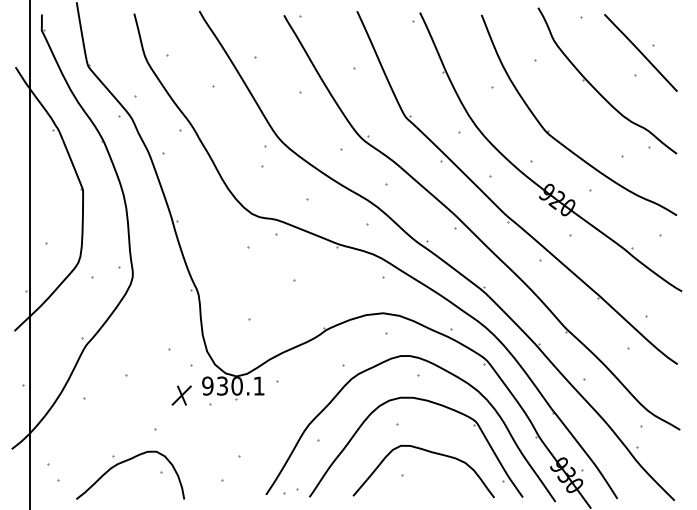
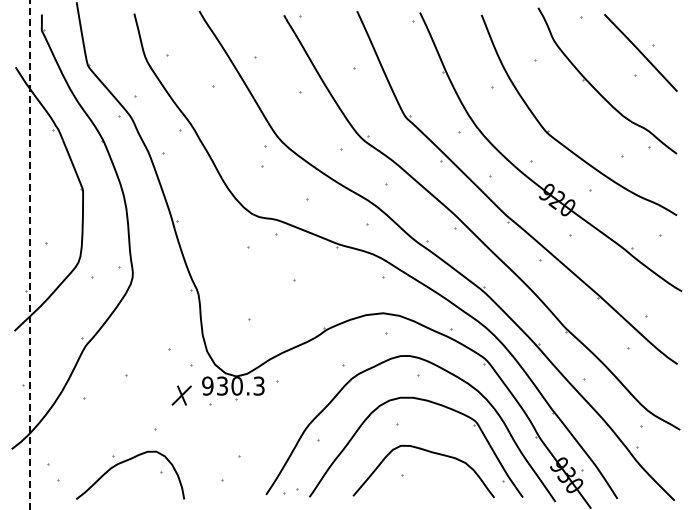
line at (30, 255): solid -> dashed
text at (258, 385): 930.1 -> 930.3
